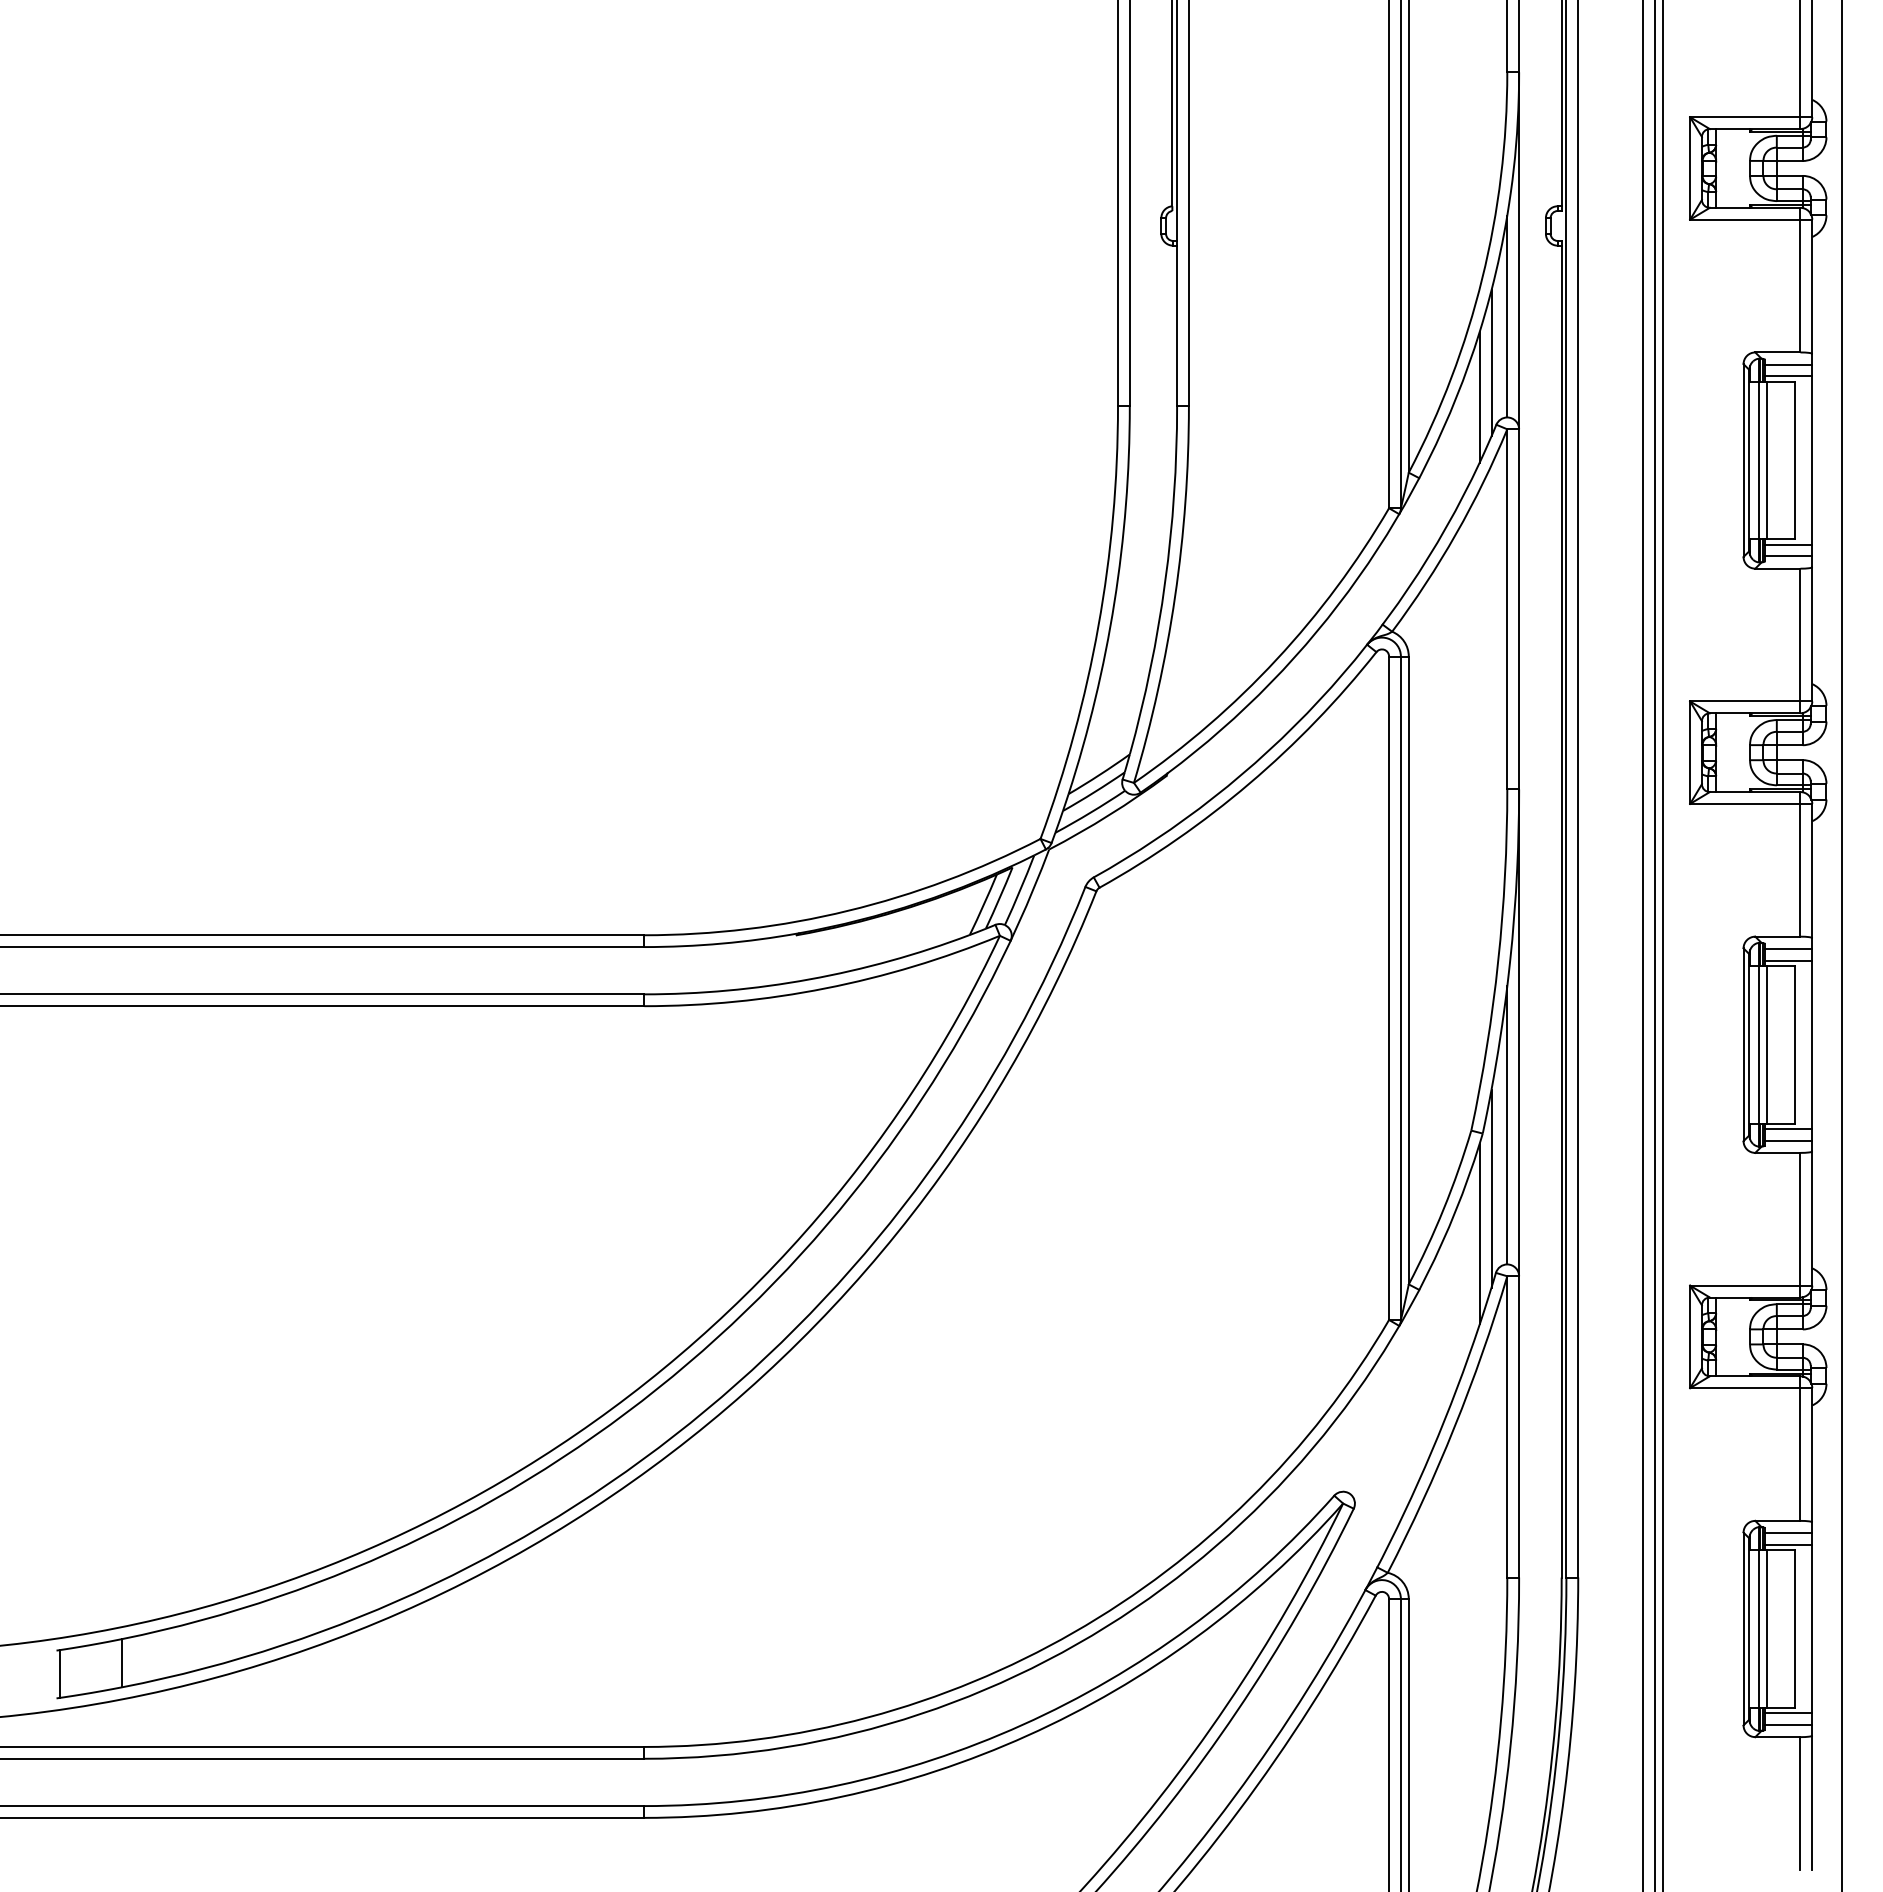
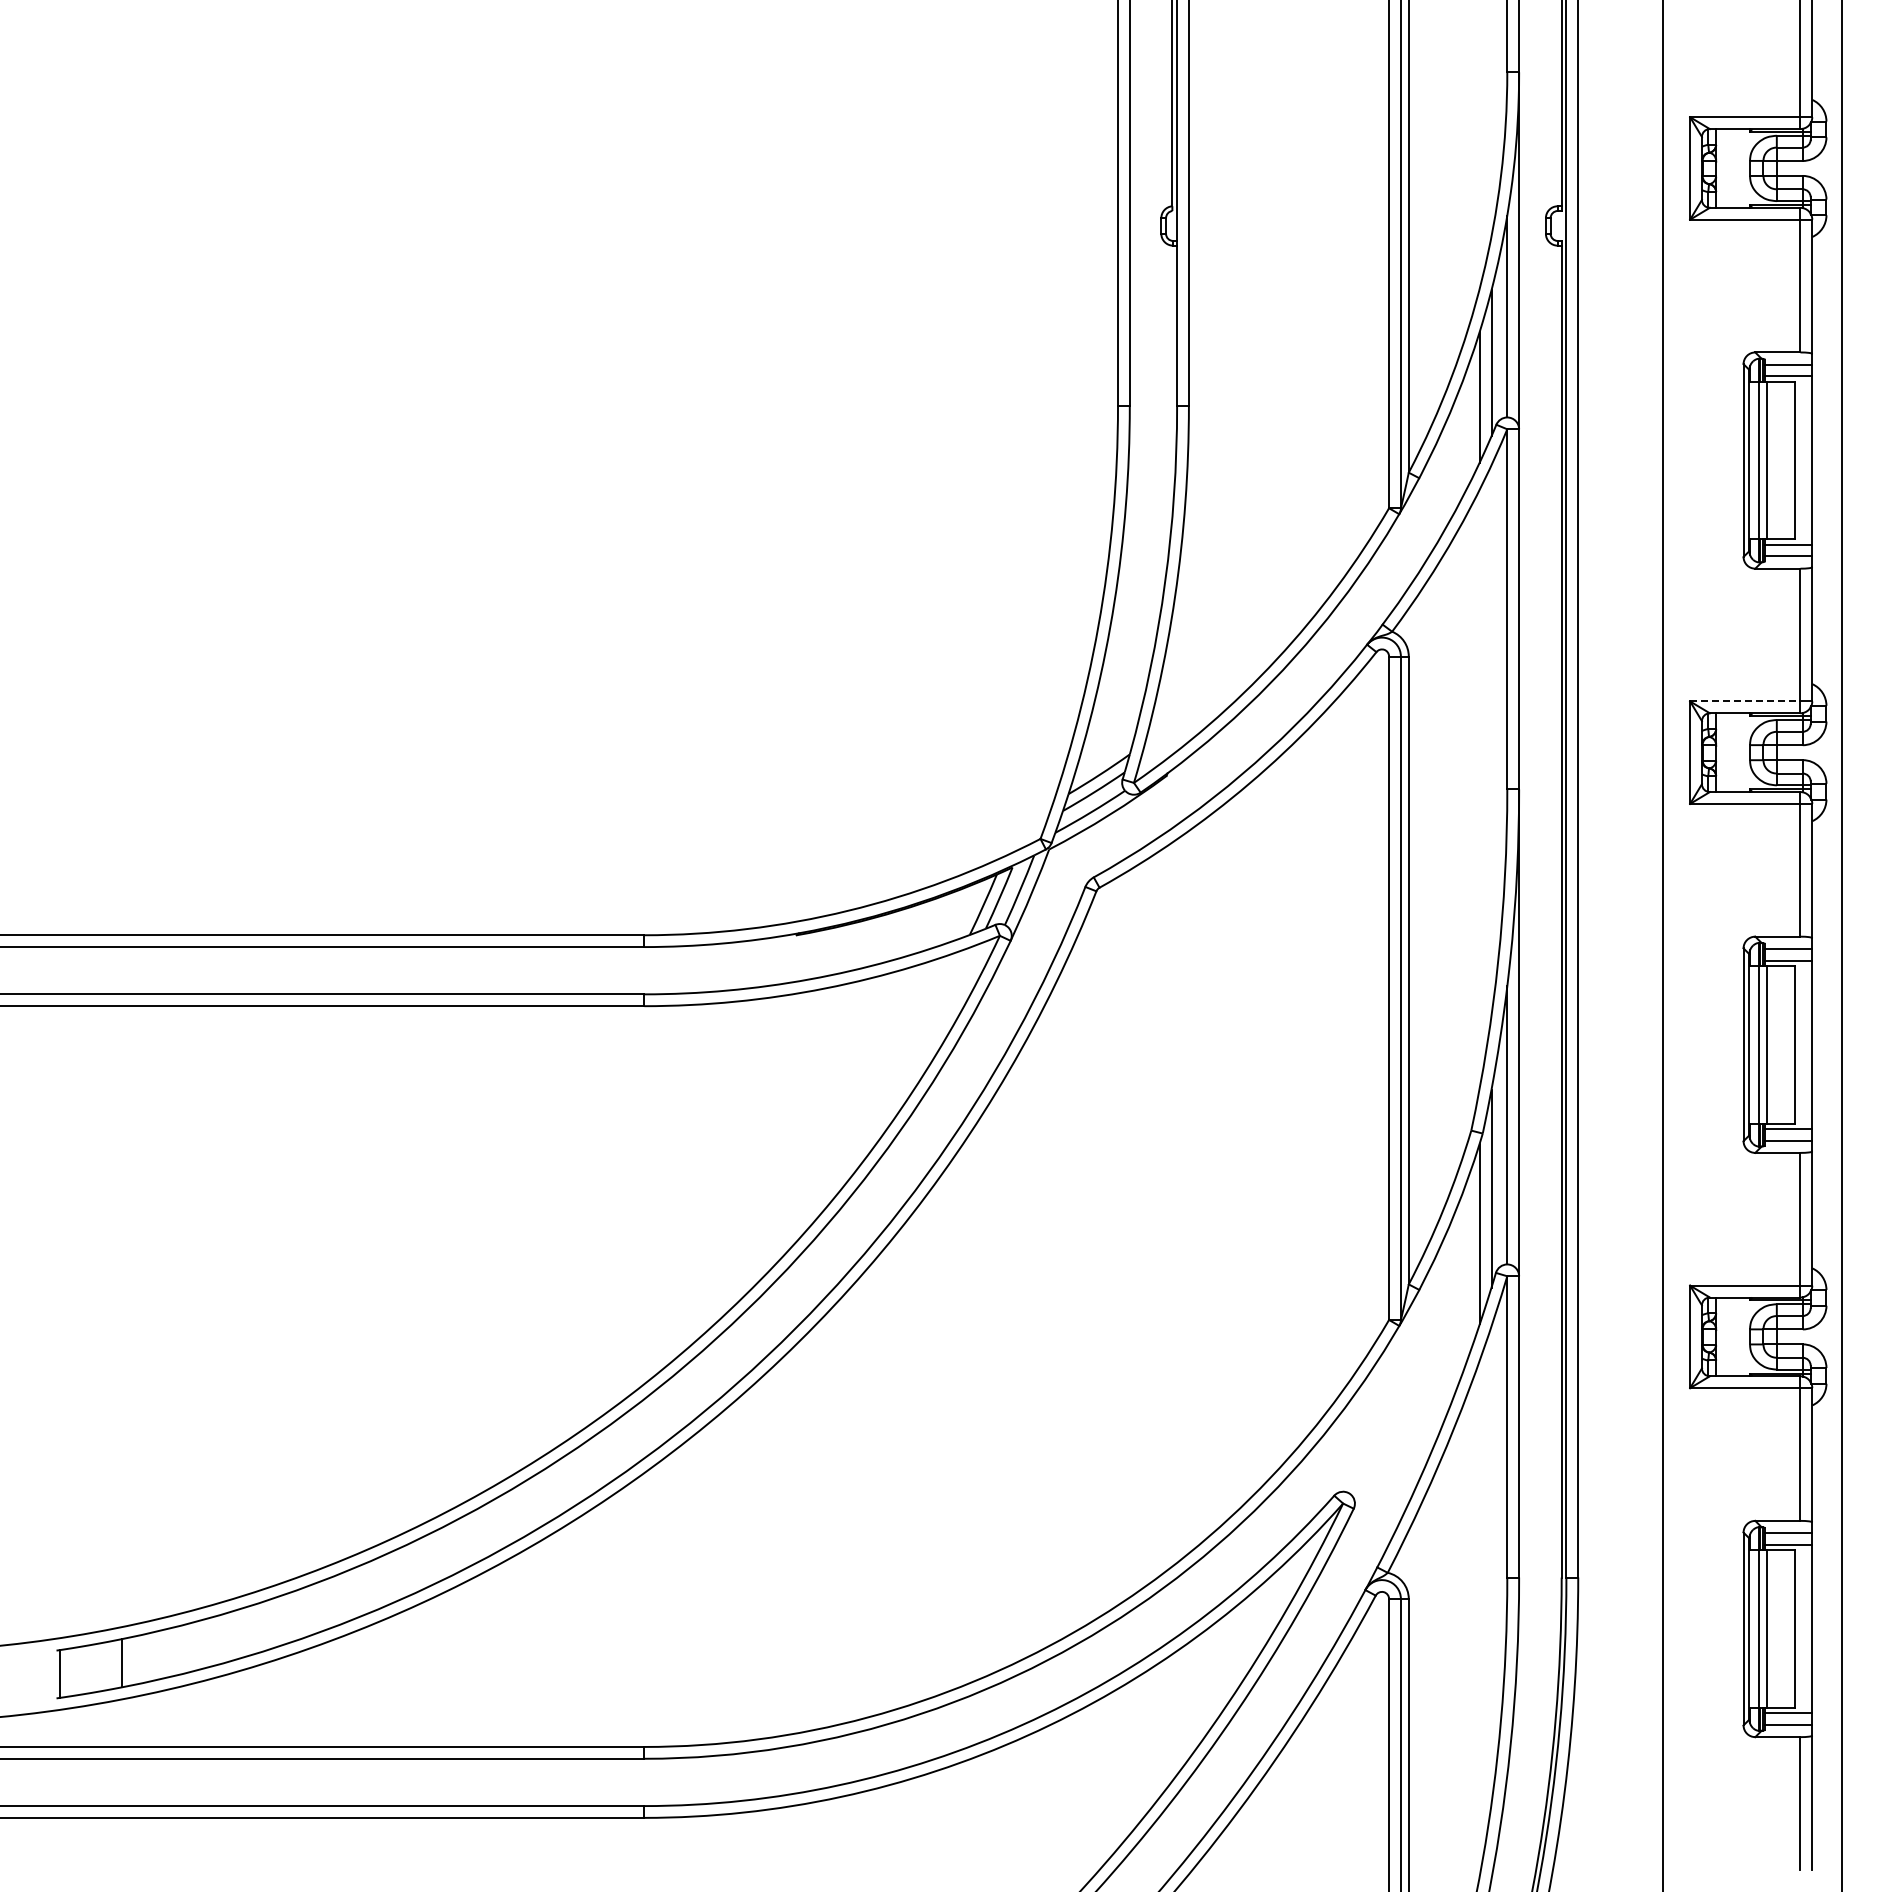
line at (1745, 701): solid -> dashed
line at (1642, 945): present -> none
line at (1654, 945): present -> none
